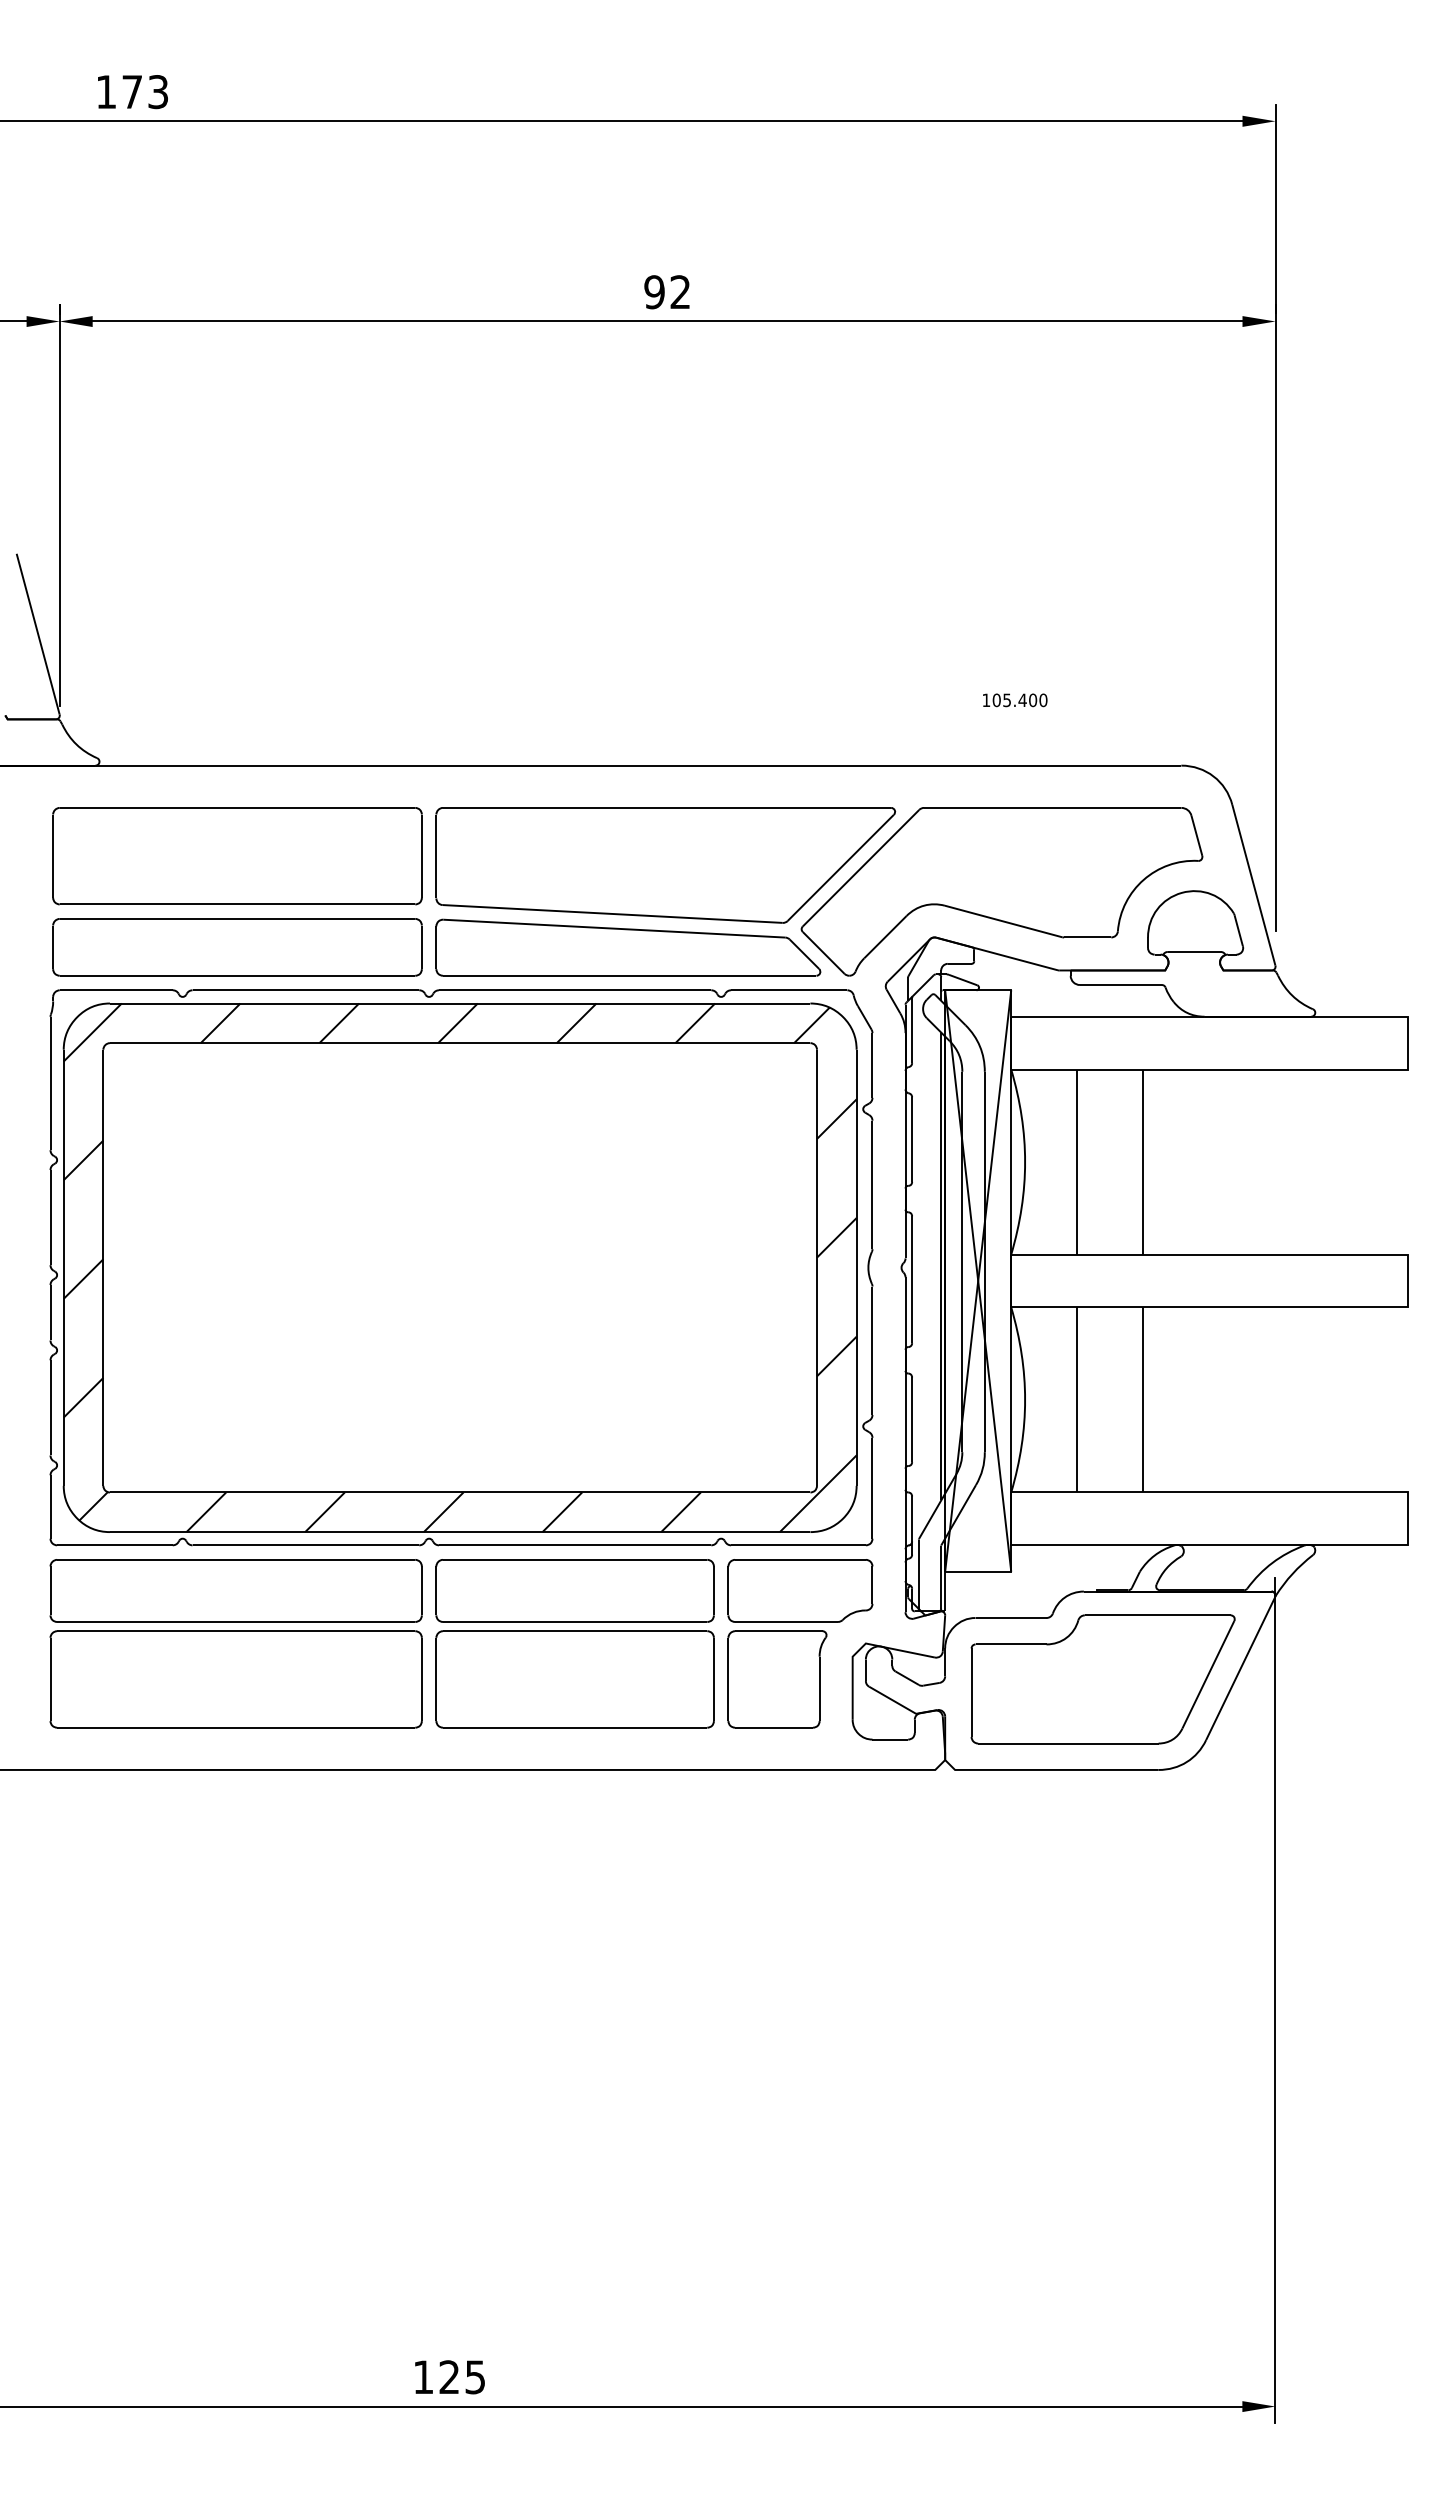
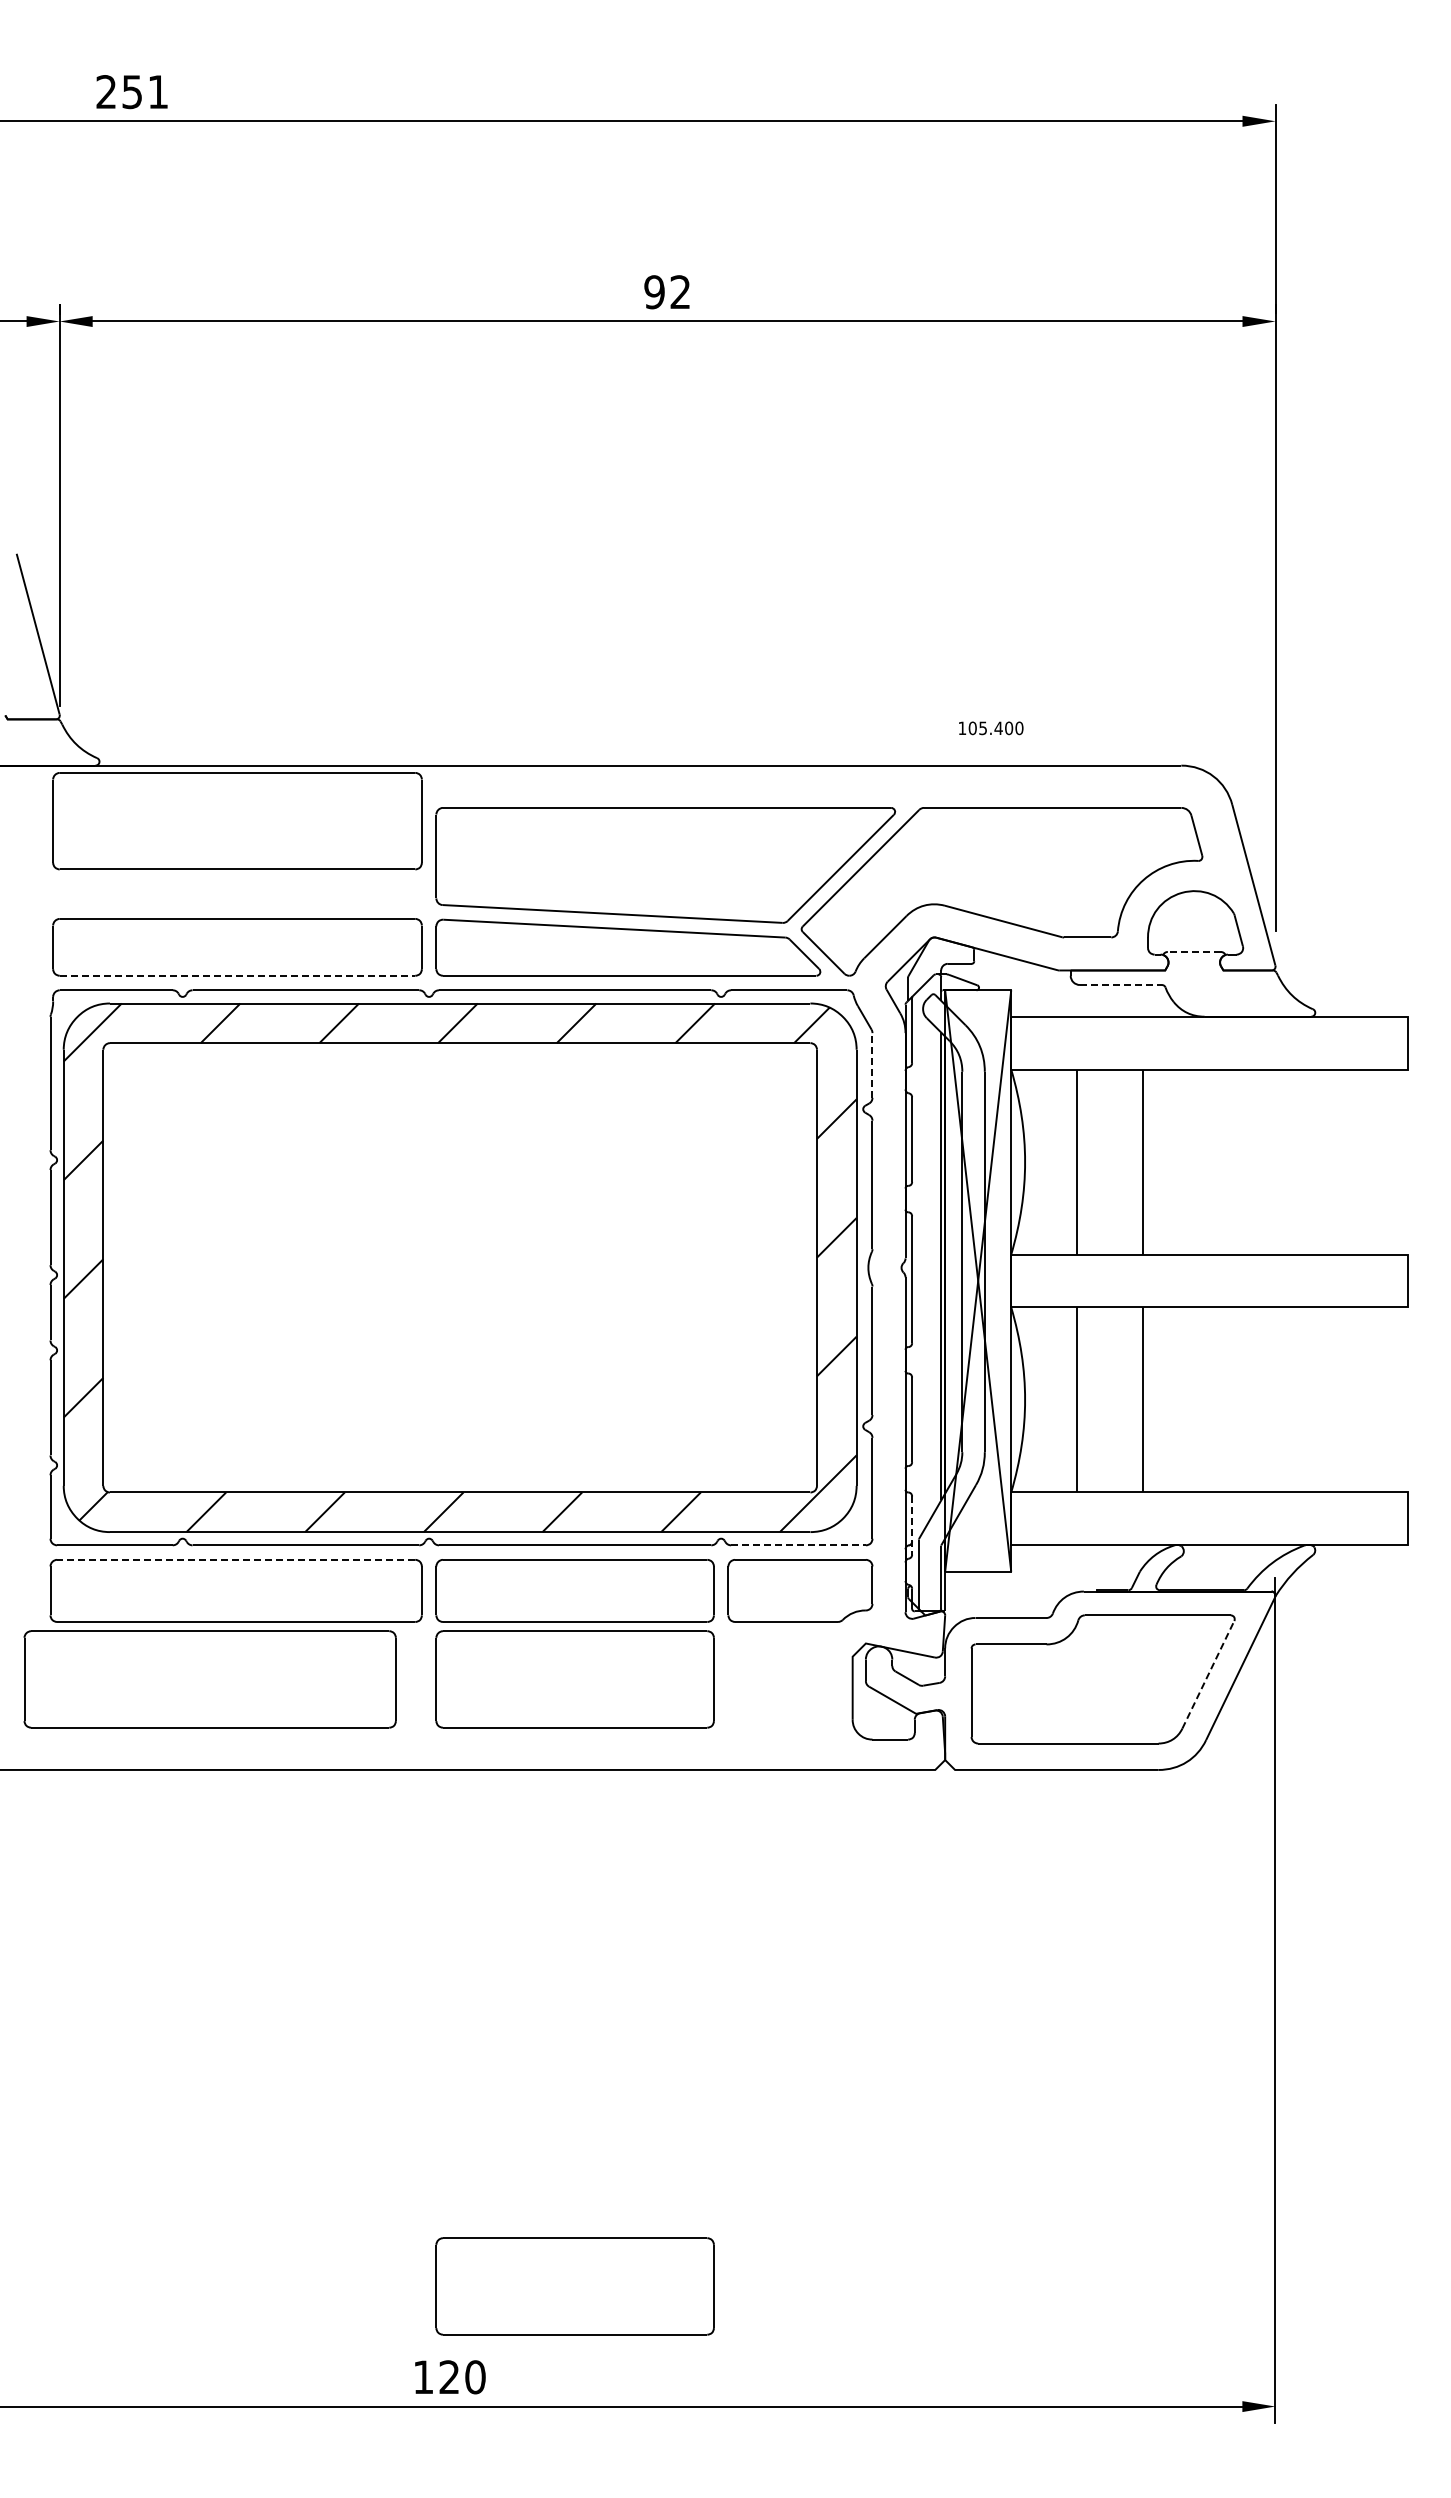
text at (131, 92): 173 -> 251
text at (1015, 700) position: (1015, 700) -> (991, 728)
part at (237, 856) position: (237, 856) -> (237, 821)
line at (1193, 951): solid -> dashed
line at (237, 975): solid -> dashed
line at (1120, 985): solid -> dashed
line at (872, 1064): solid -> dashed
line at (912, 1526): solid -> dashed
line at (798, 1545): solid -> dashed
line at (235, 1559): solid -> dashed
line at (1208, 1674): solid -> dashed
part at (235, 1679) position: (235, 1679) -> (209, 1679)
part at (777, 1679): present -> none
part at (574, 2286): none -> present
text at (475, 2377): 125 -> 120
